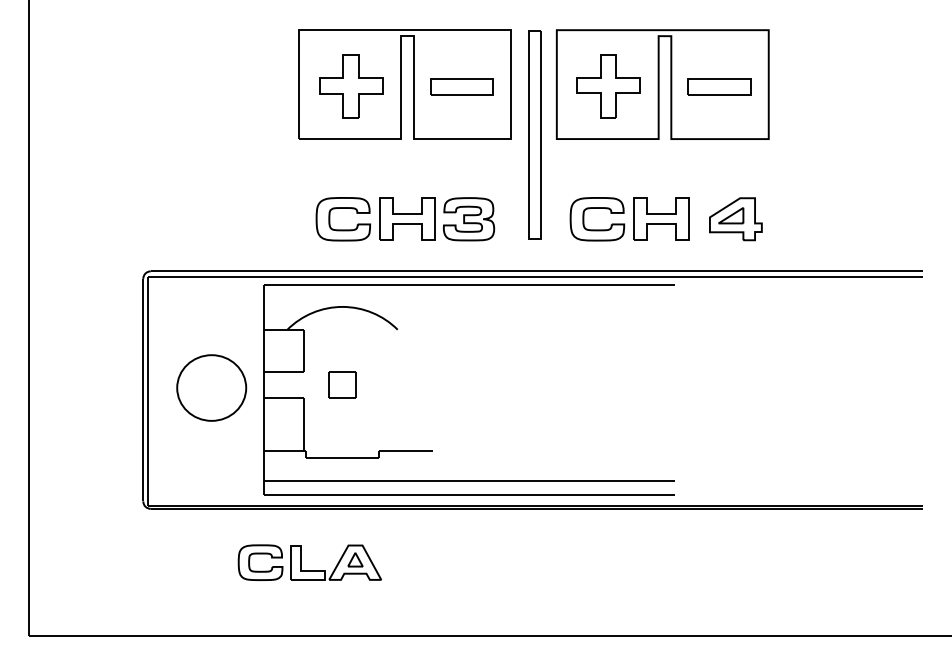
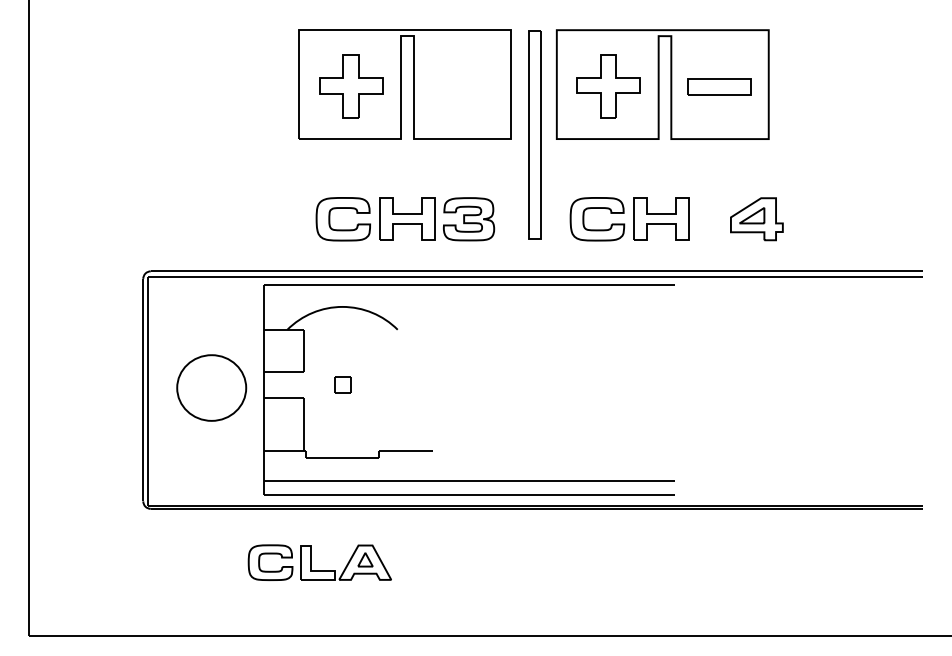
part at (461, 86): present -> none
part at (735, 219) position: (735, 219) -> (756, 219)
part at (342, 384) size: 29x28 px -> 18x18 px
part at (301, 562) position: (301, 562) -> (311, 562)
